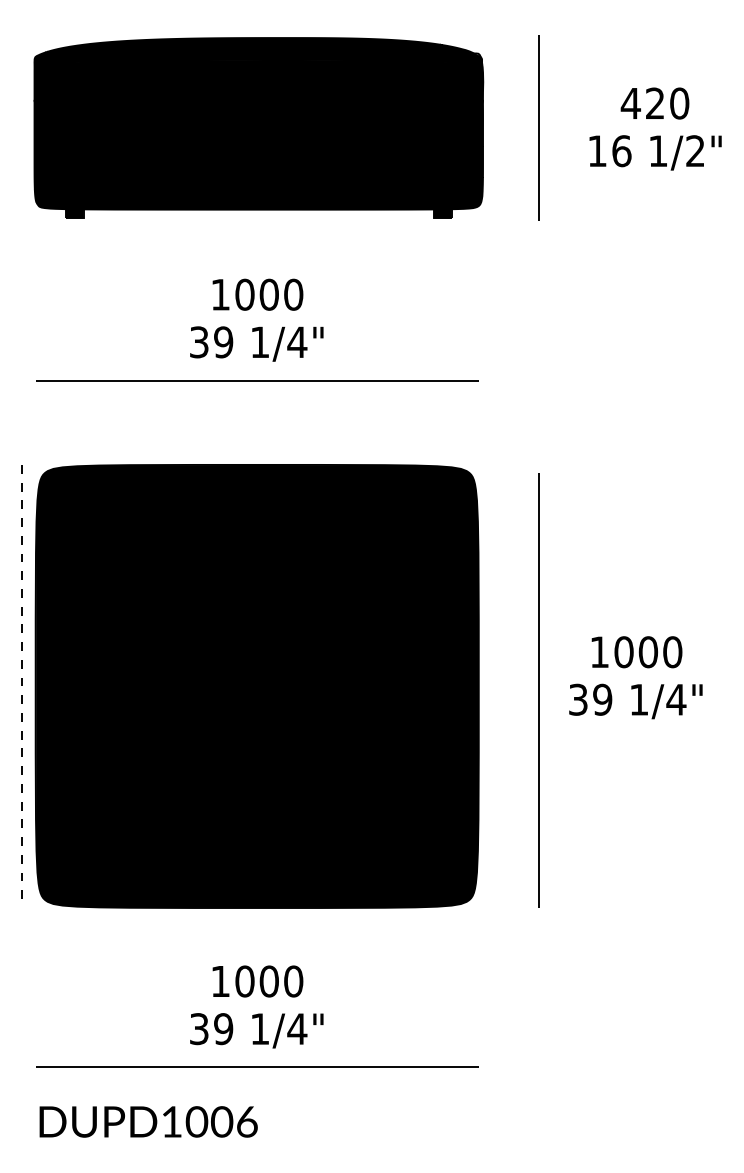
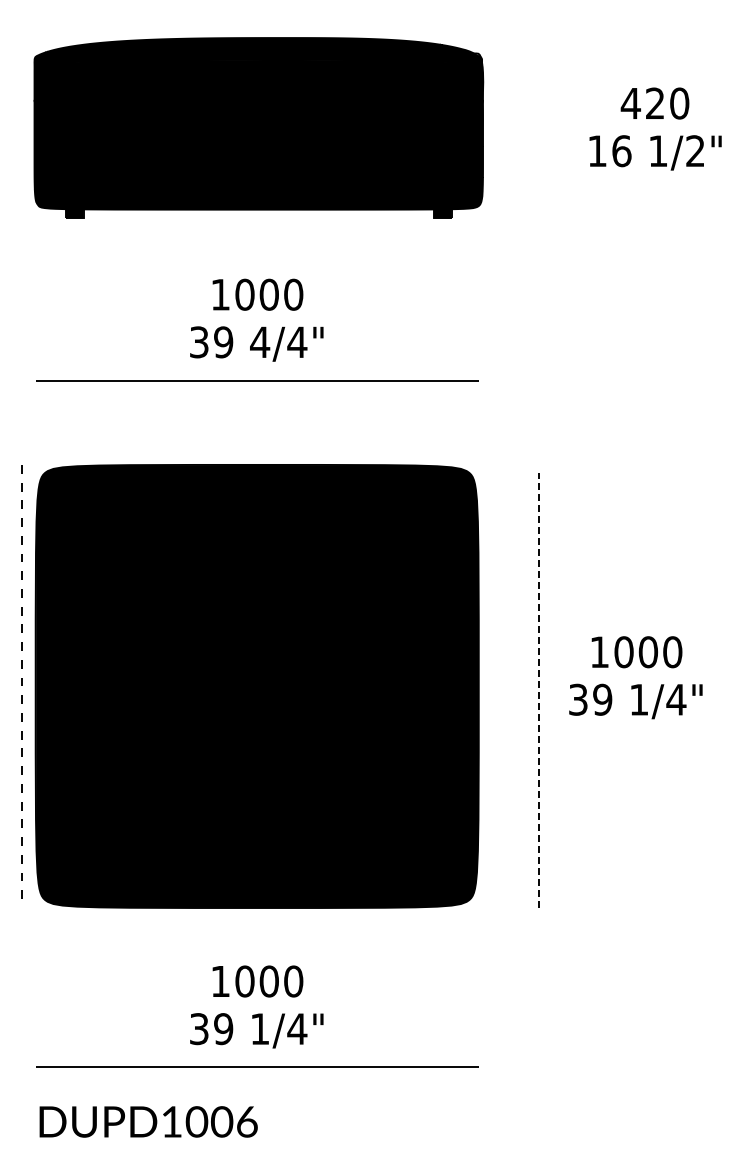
line at (538, 127): present -> none
text at (260, 341): 1/4" -> 4/4"
line at (538, 690): solid -> dashed
